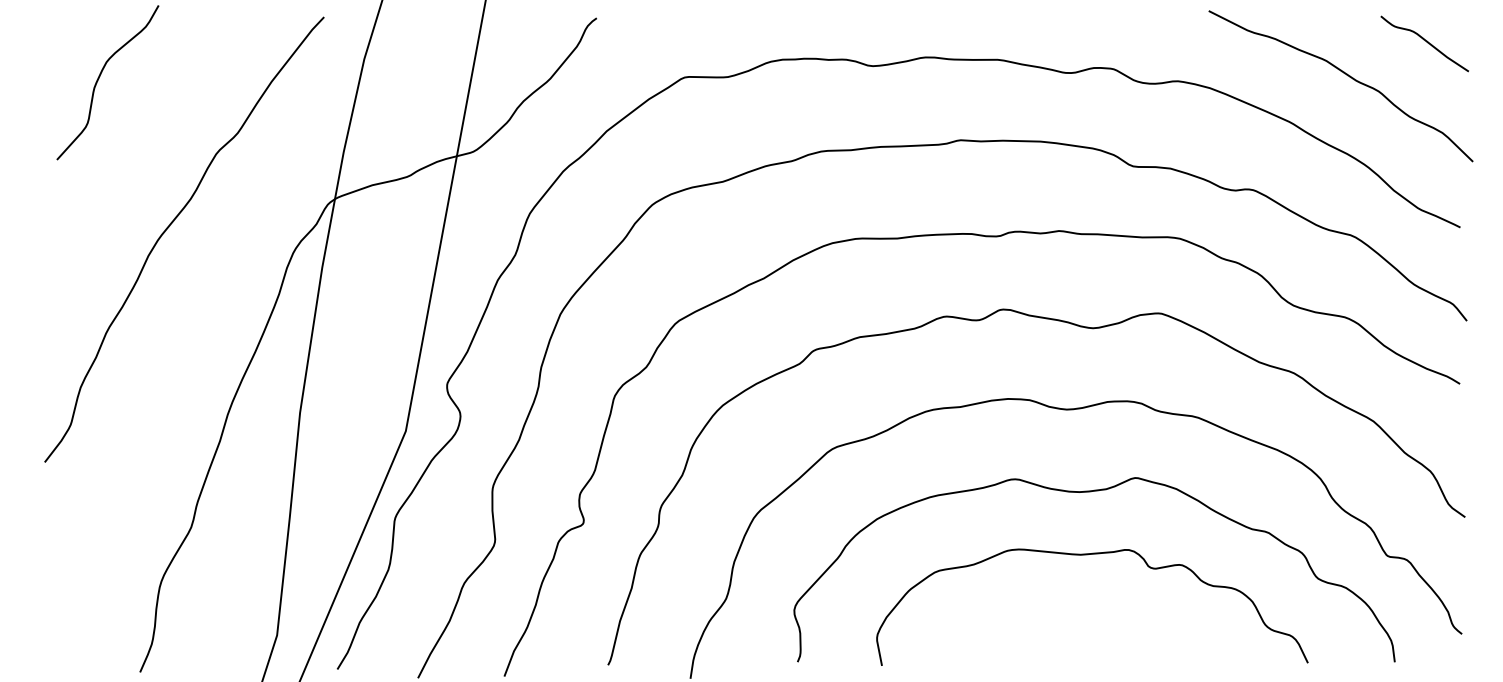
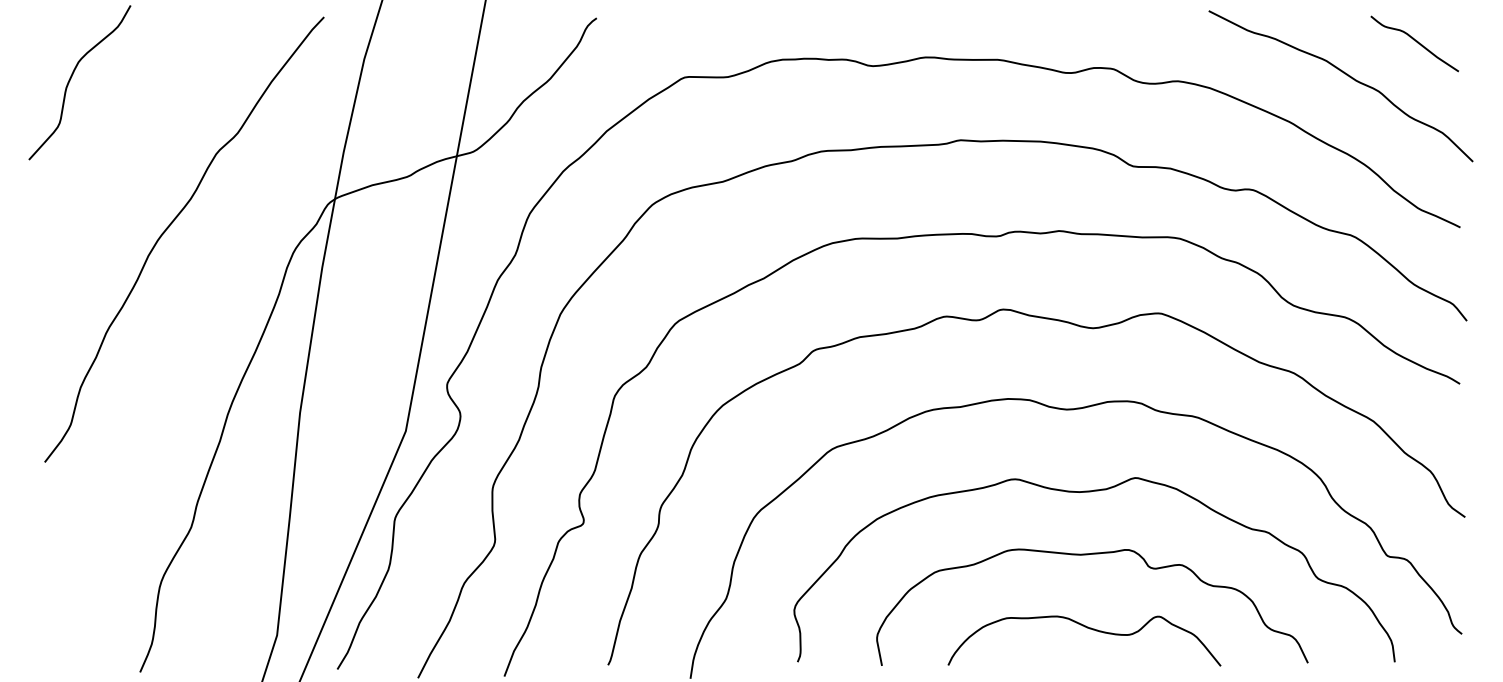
curve at (1425, 41) position: (1425, 41) -> (1415, 41)
curve at (99, 78) position: (99, 78) -> (71, 78)
curve at (1089, 629): none -> present
